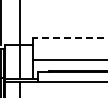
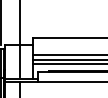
line at (69, 38): dashed -> solid
line at (68, 55): none -> present
line at (68, 64): none -> present
